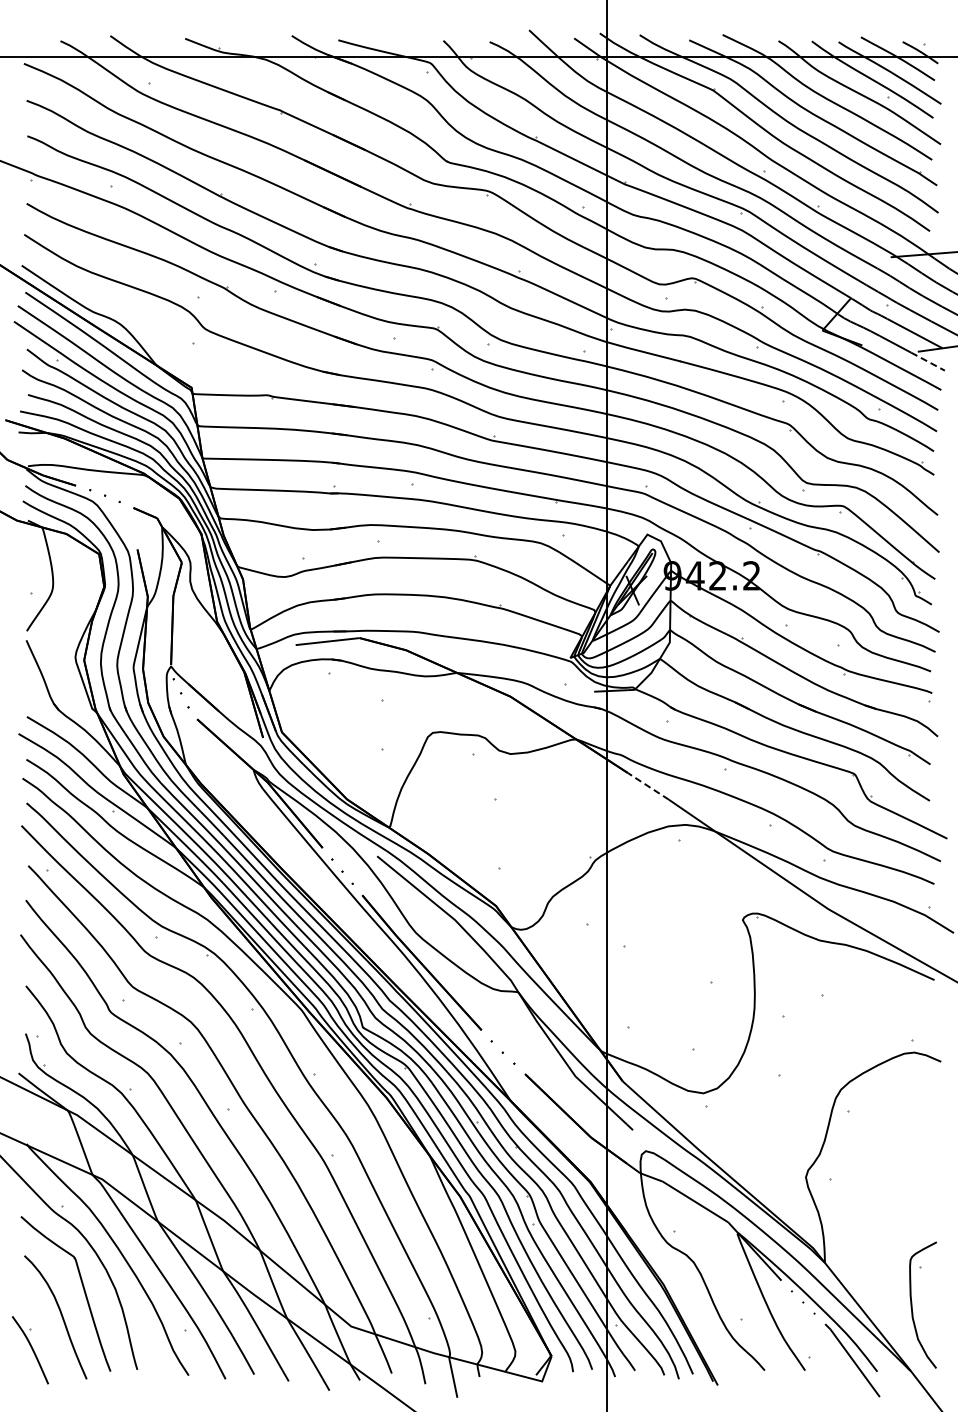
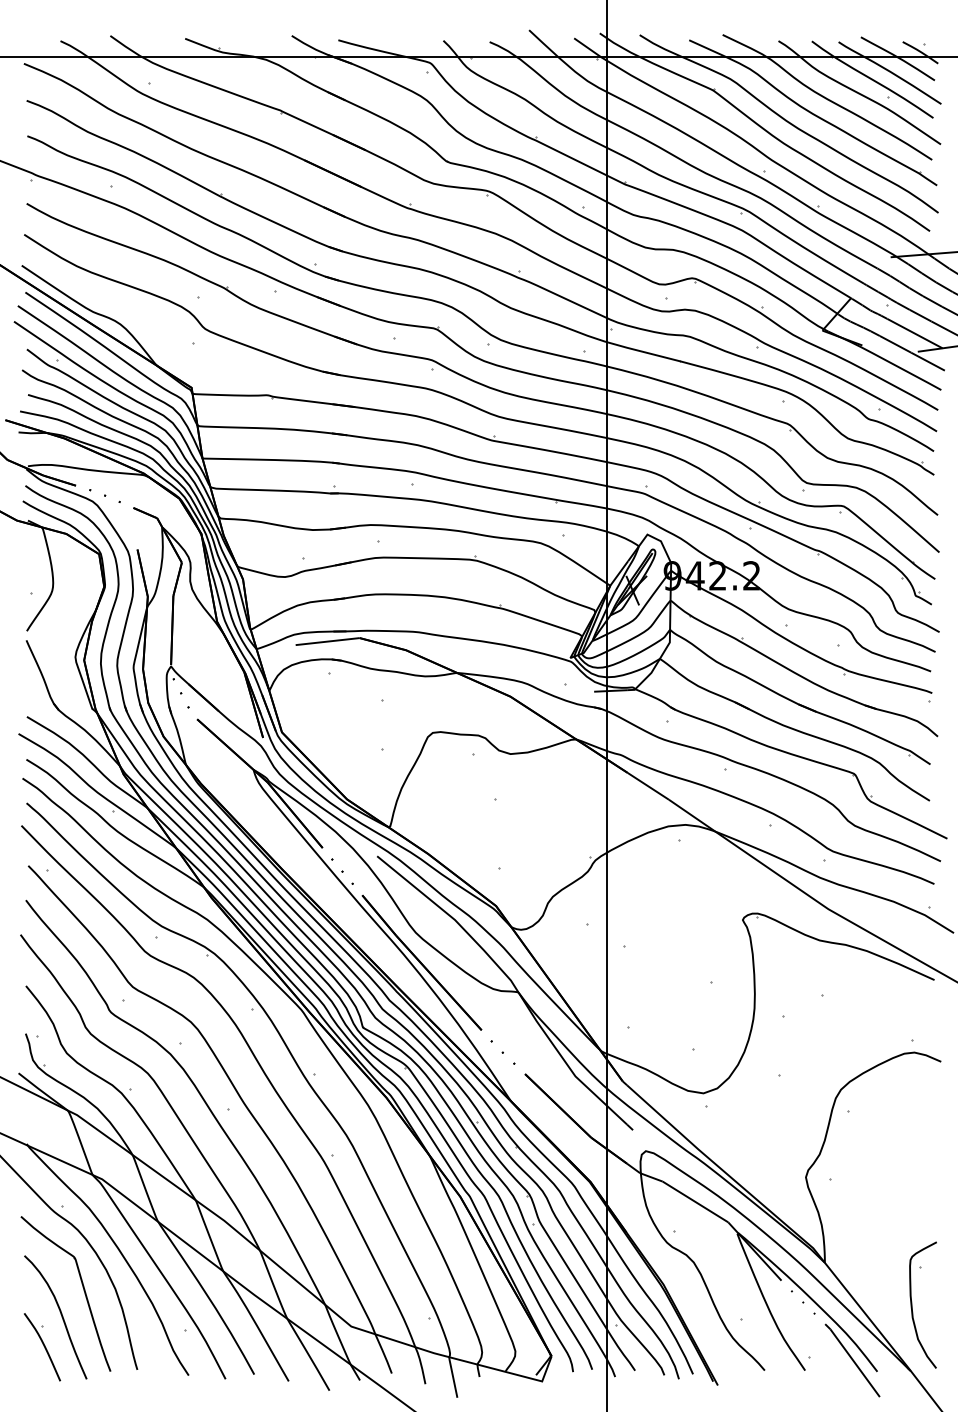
line at (927, 361): dashed -> solid
line at (648, 786): dashed -> solid
part at (30, 1350) position: (30, 1350) -> (42, 1347)
